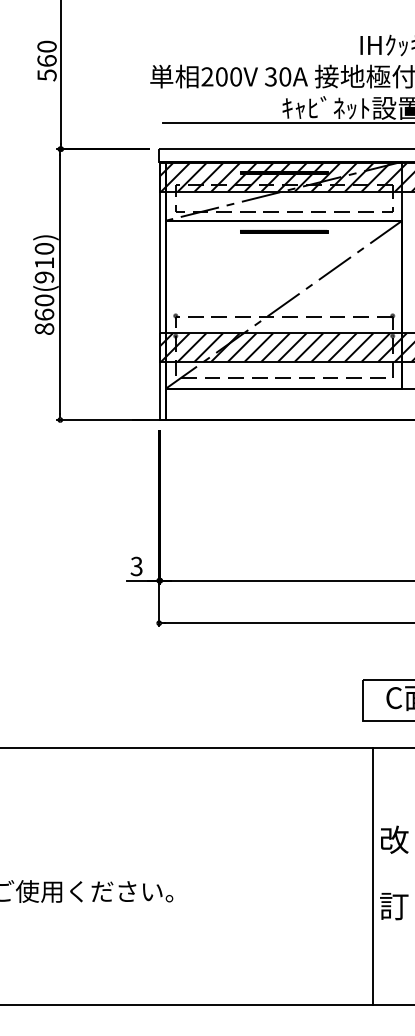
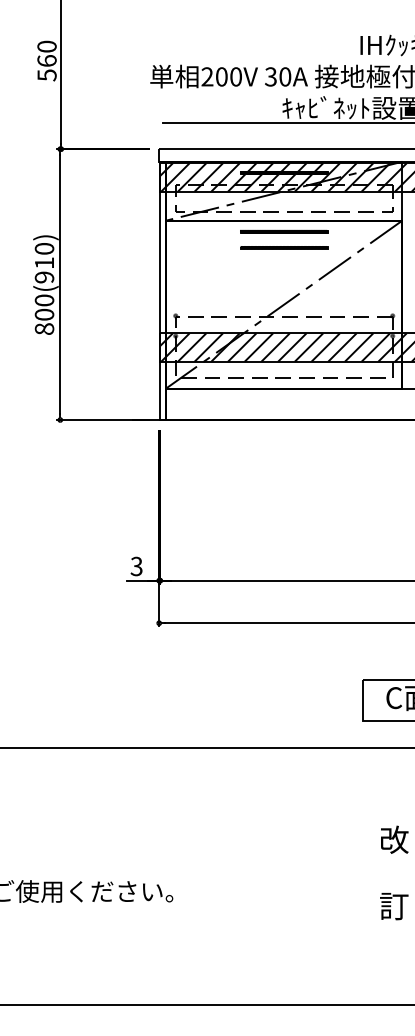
line at (284, 247): none -> present
text at (44, 314): 860(910) -> 800(910)
line at (372, 875): present -> none
